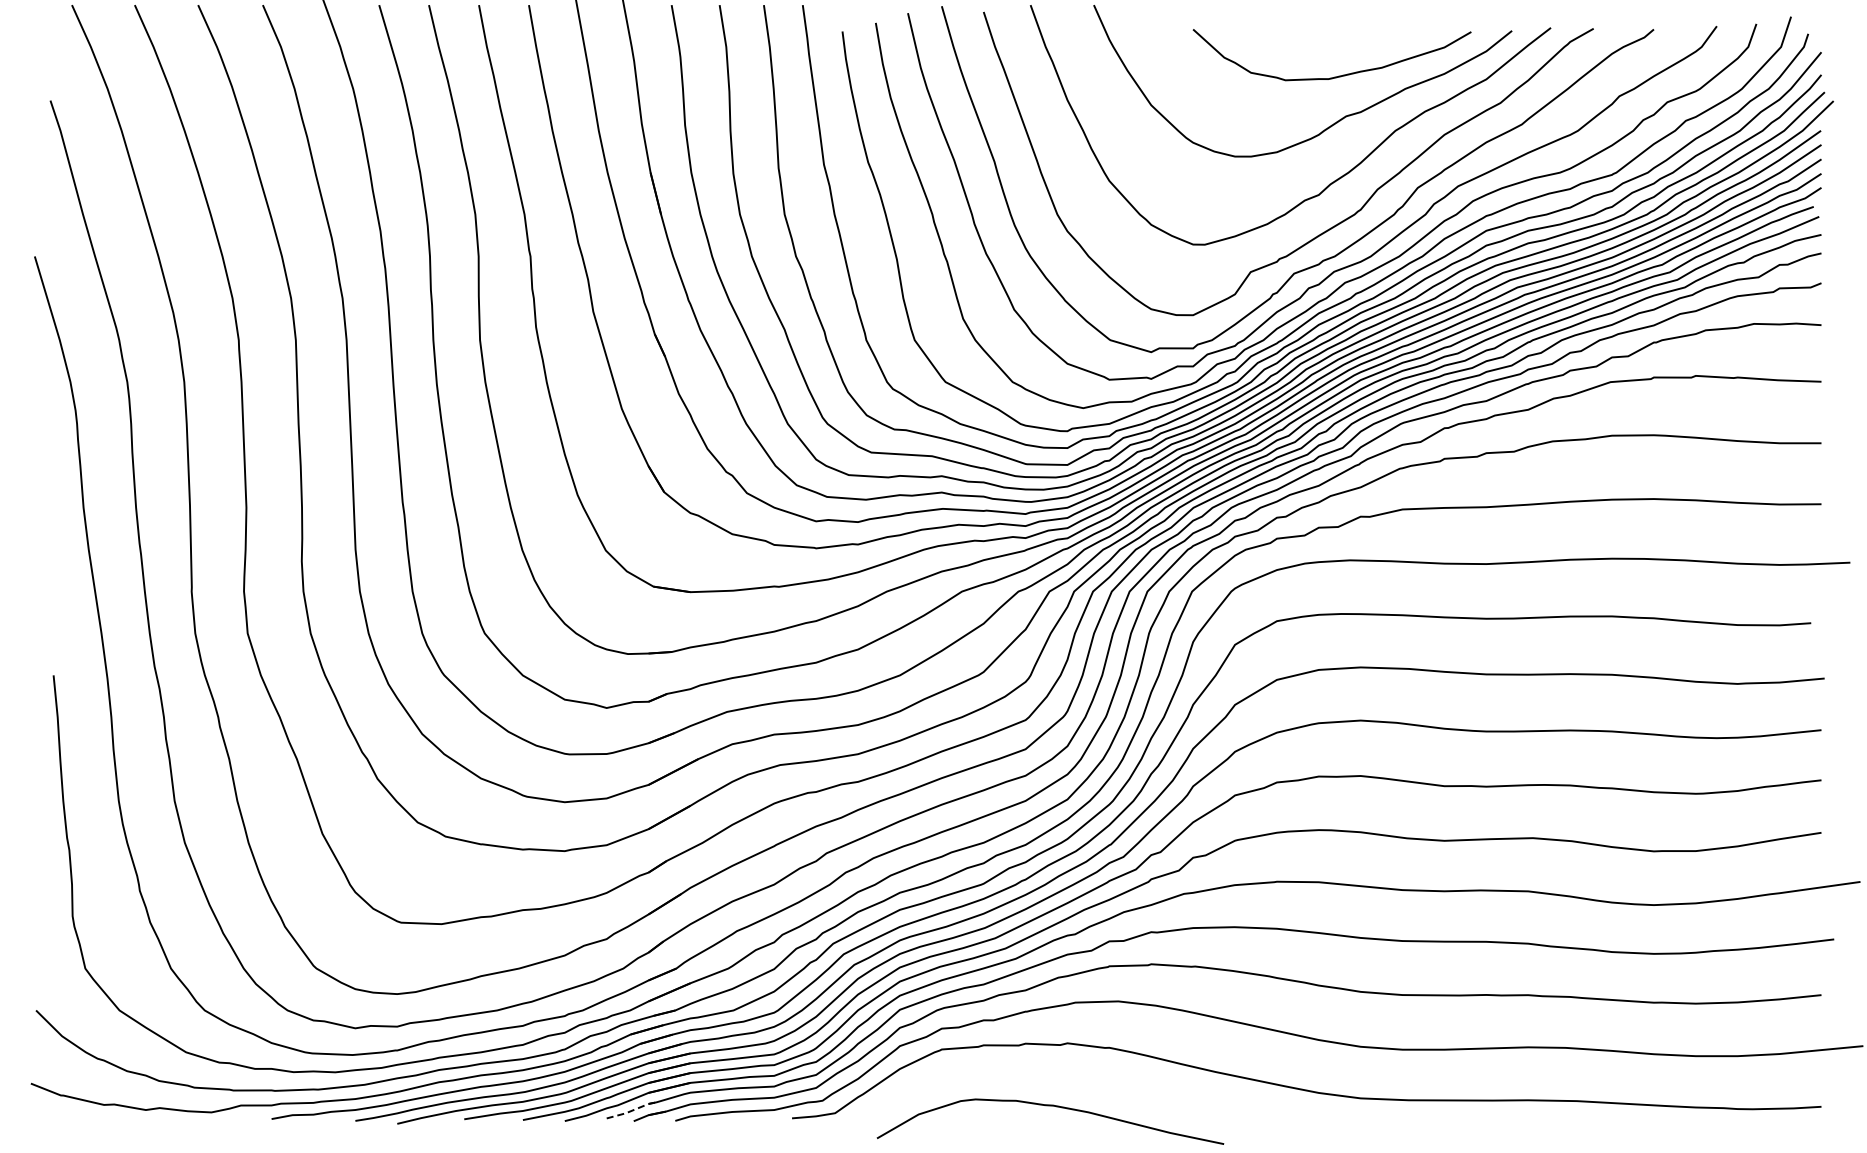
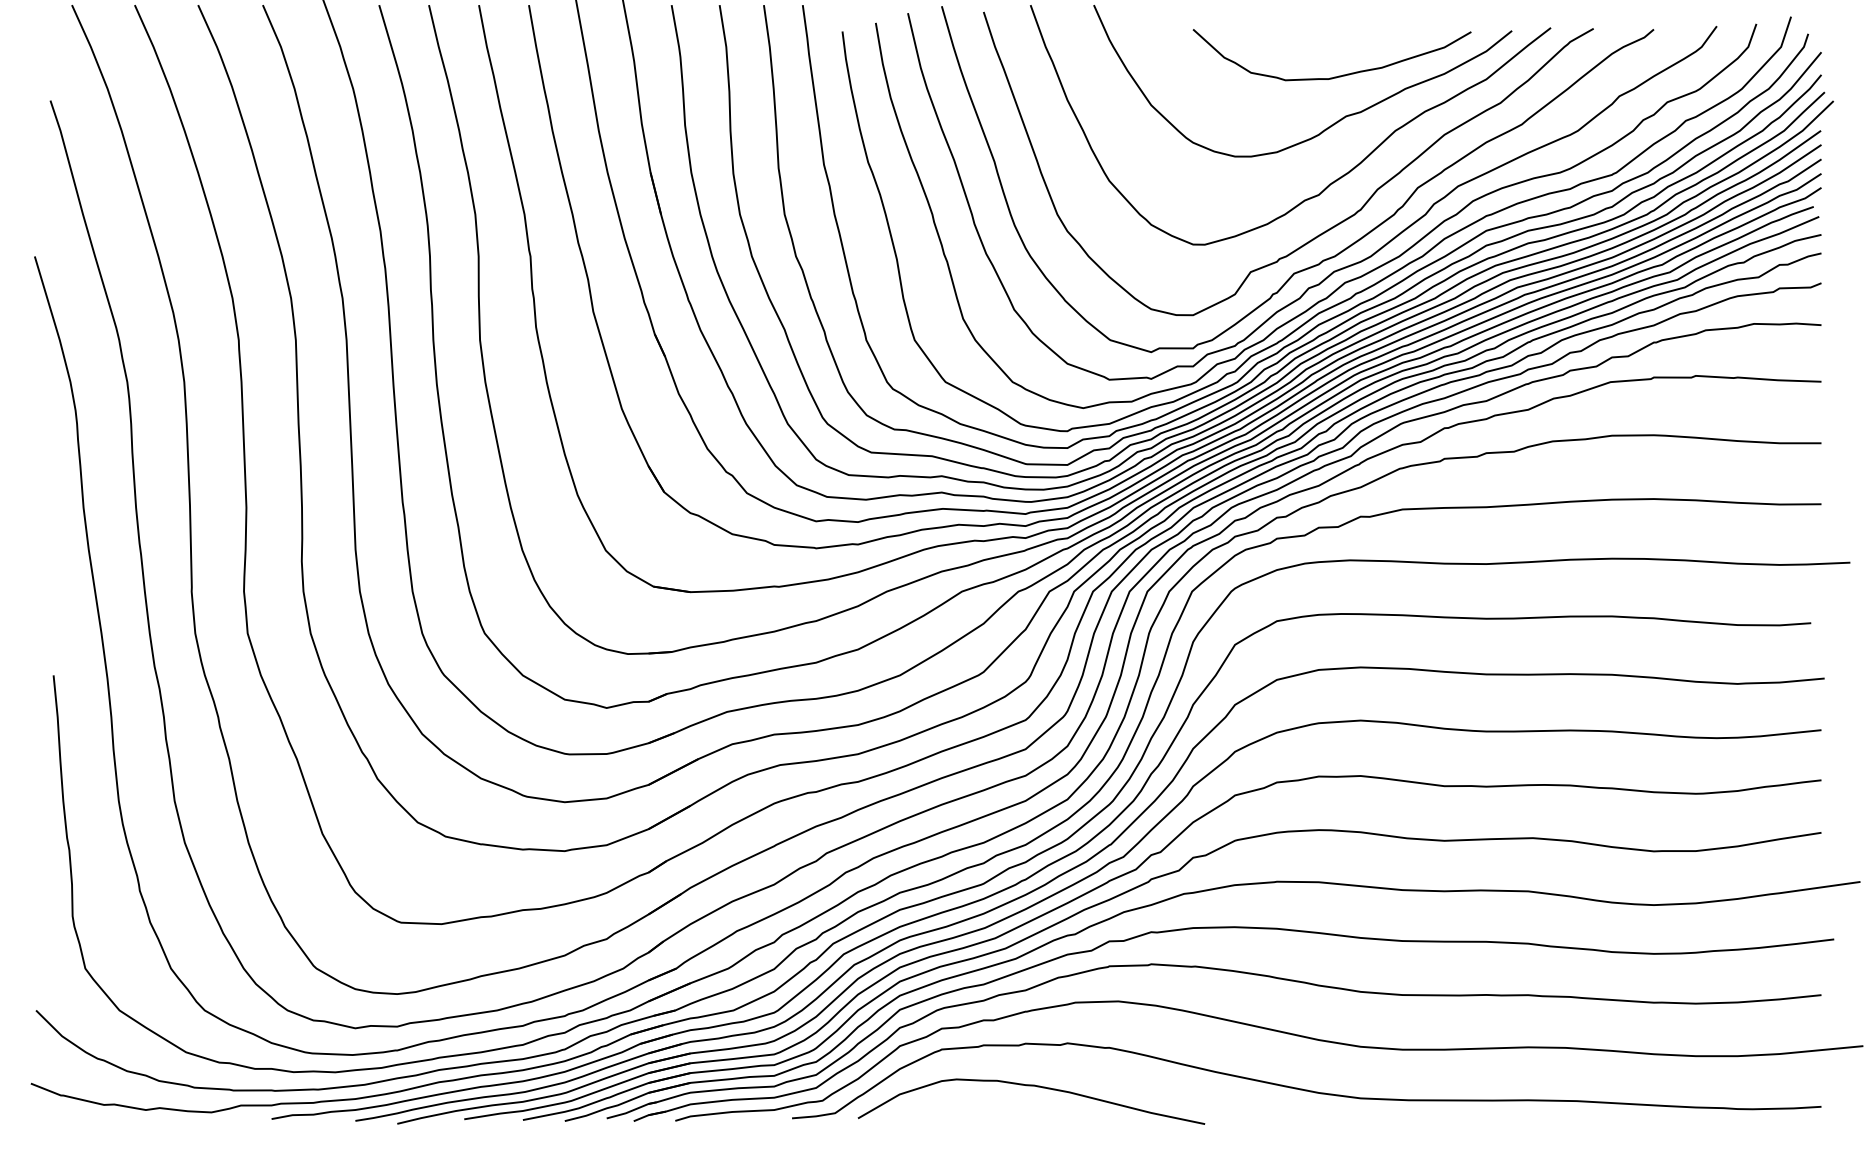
curve at (1050, 1106) position: (1050, 1106) -> (1031, 1086)
line at (632, 1110): dashed -> solid
